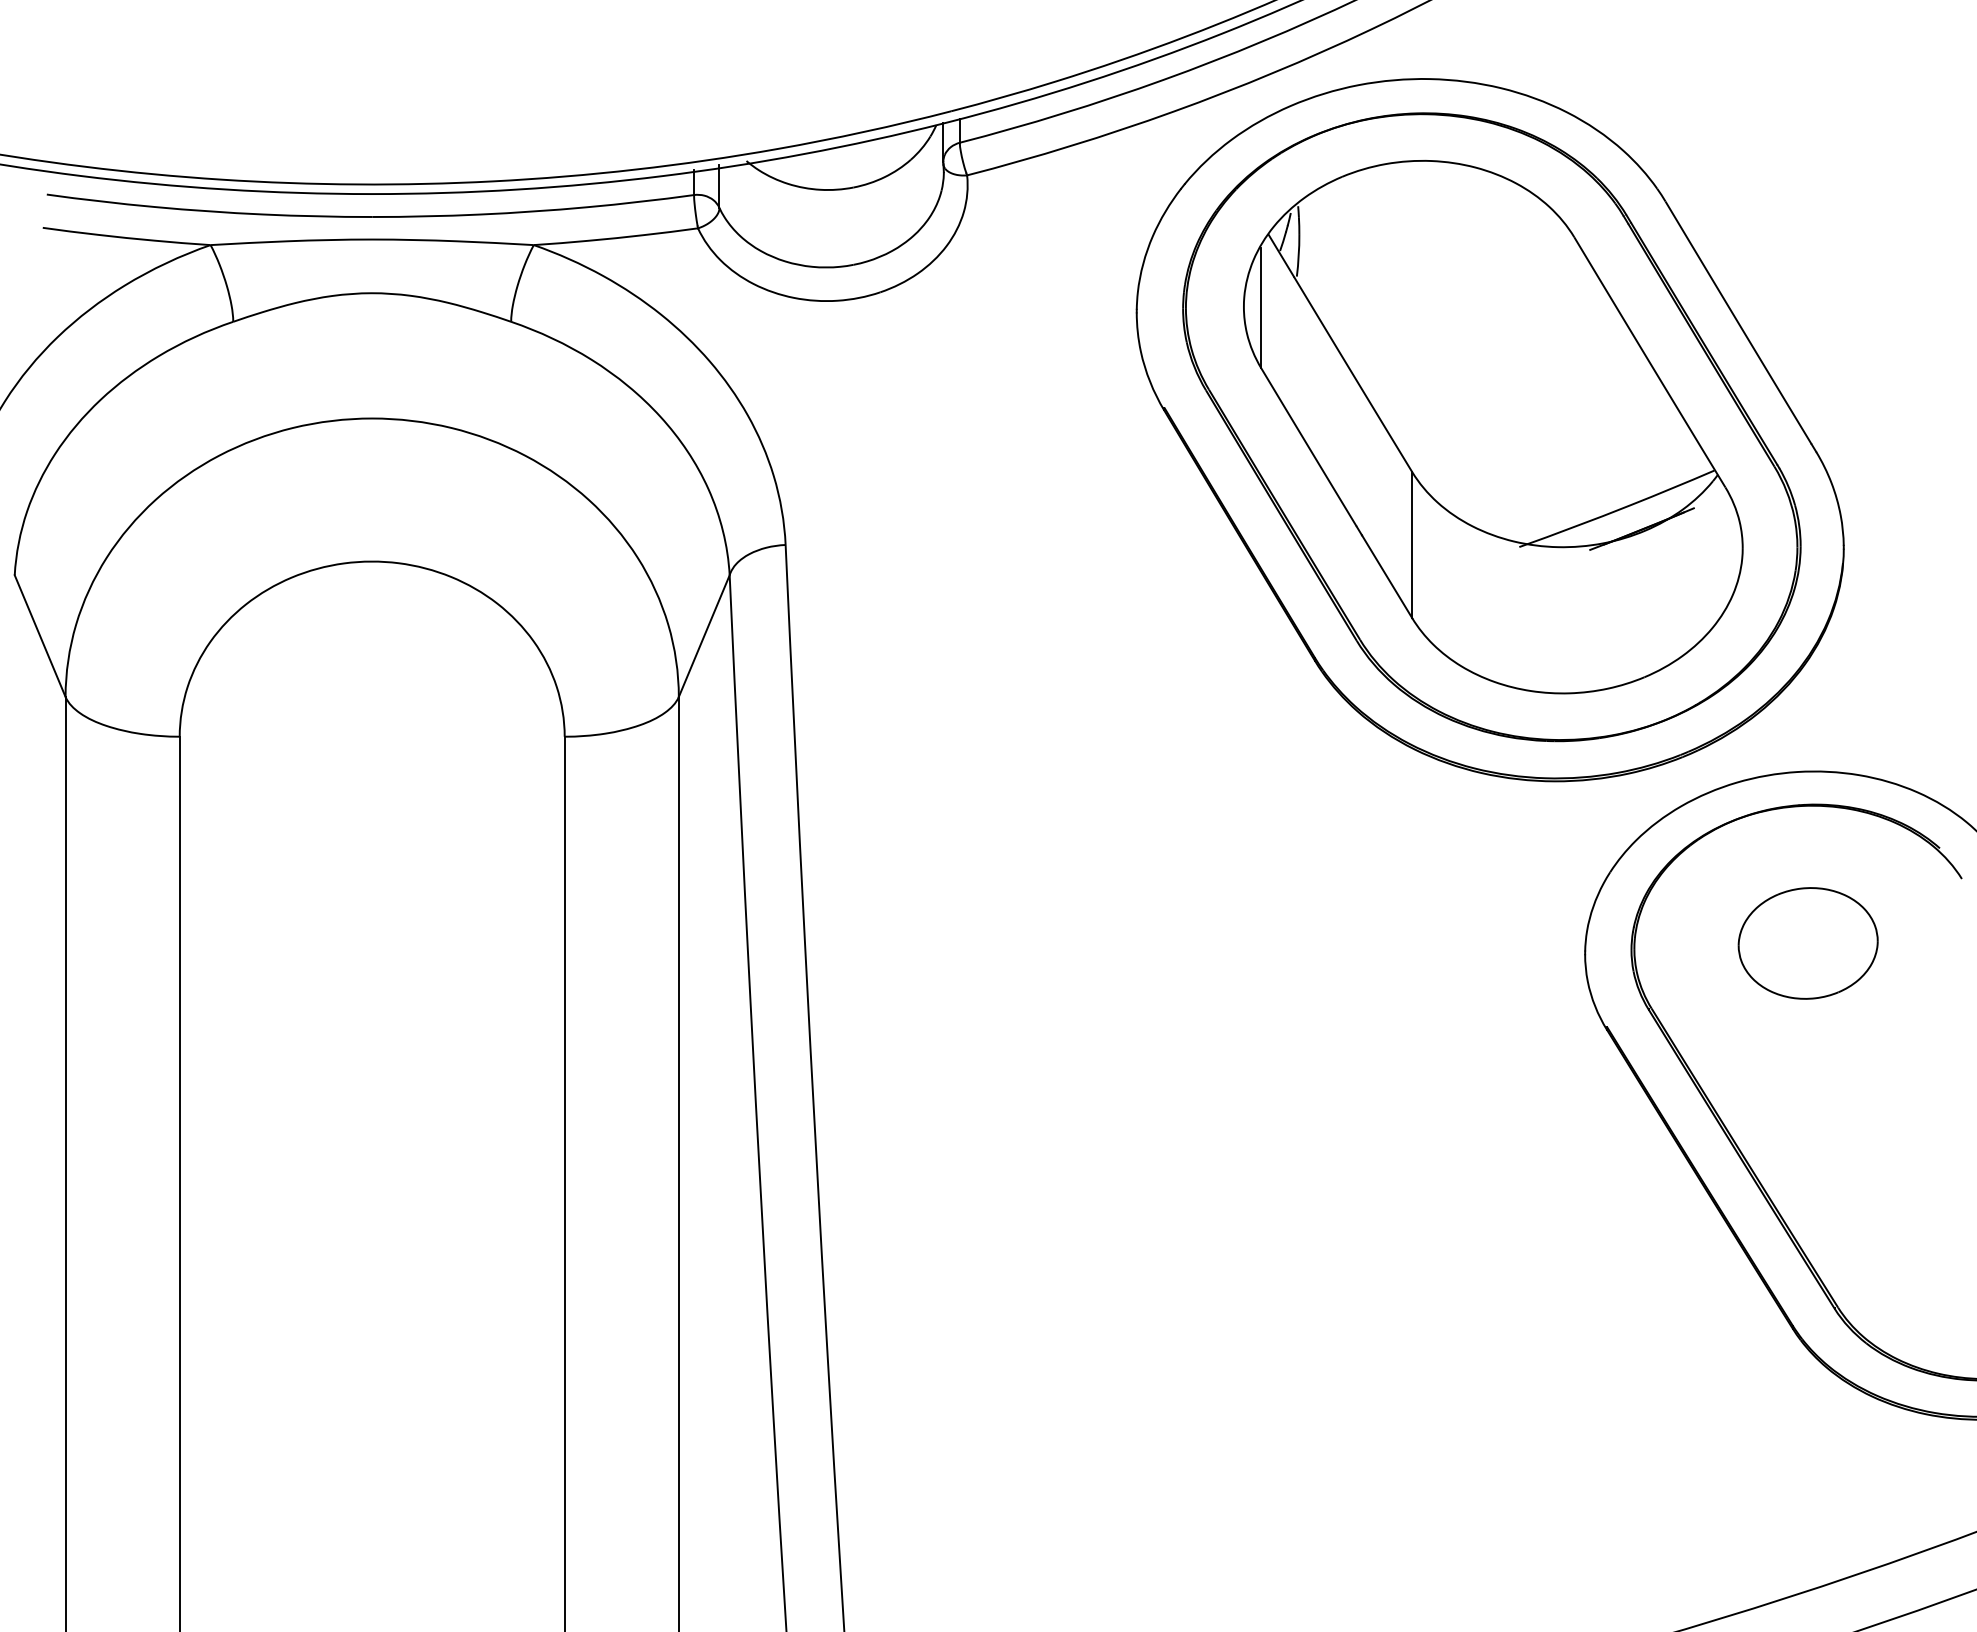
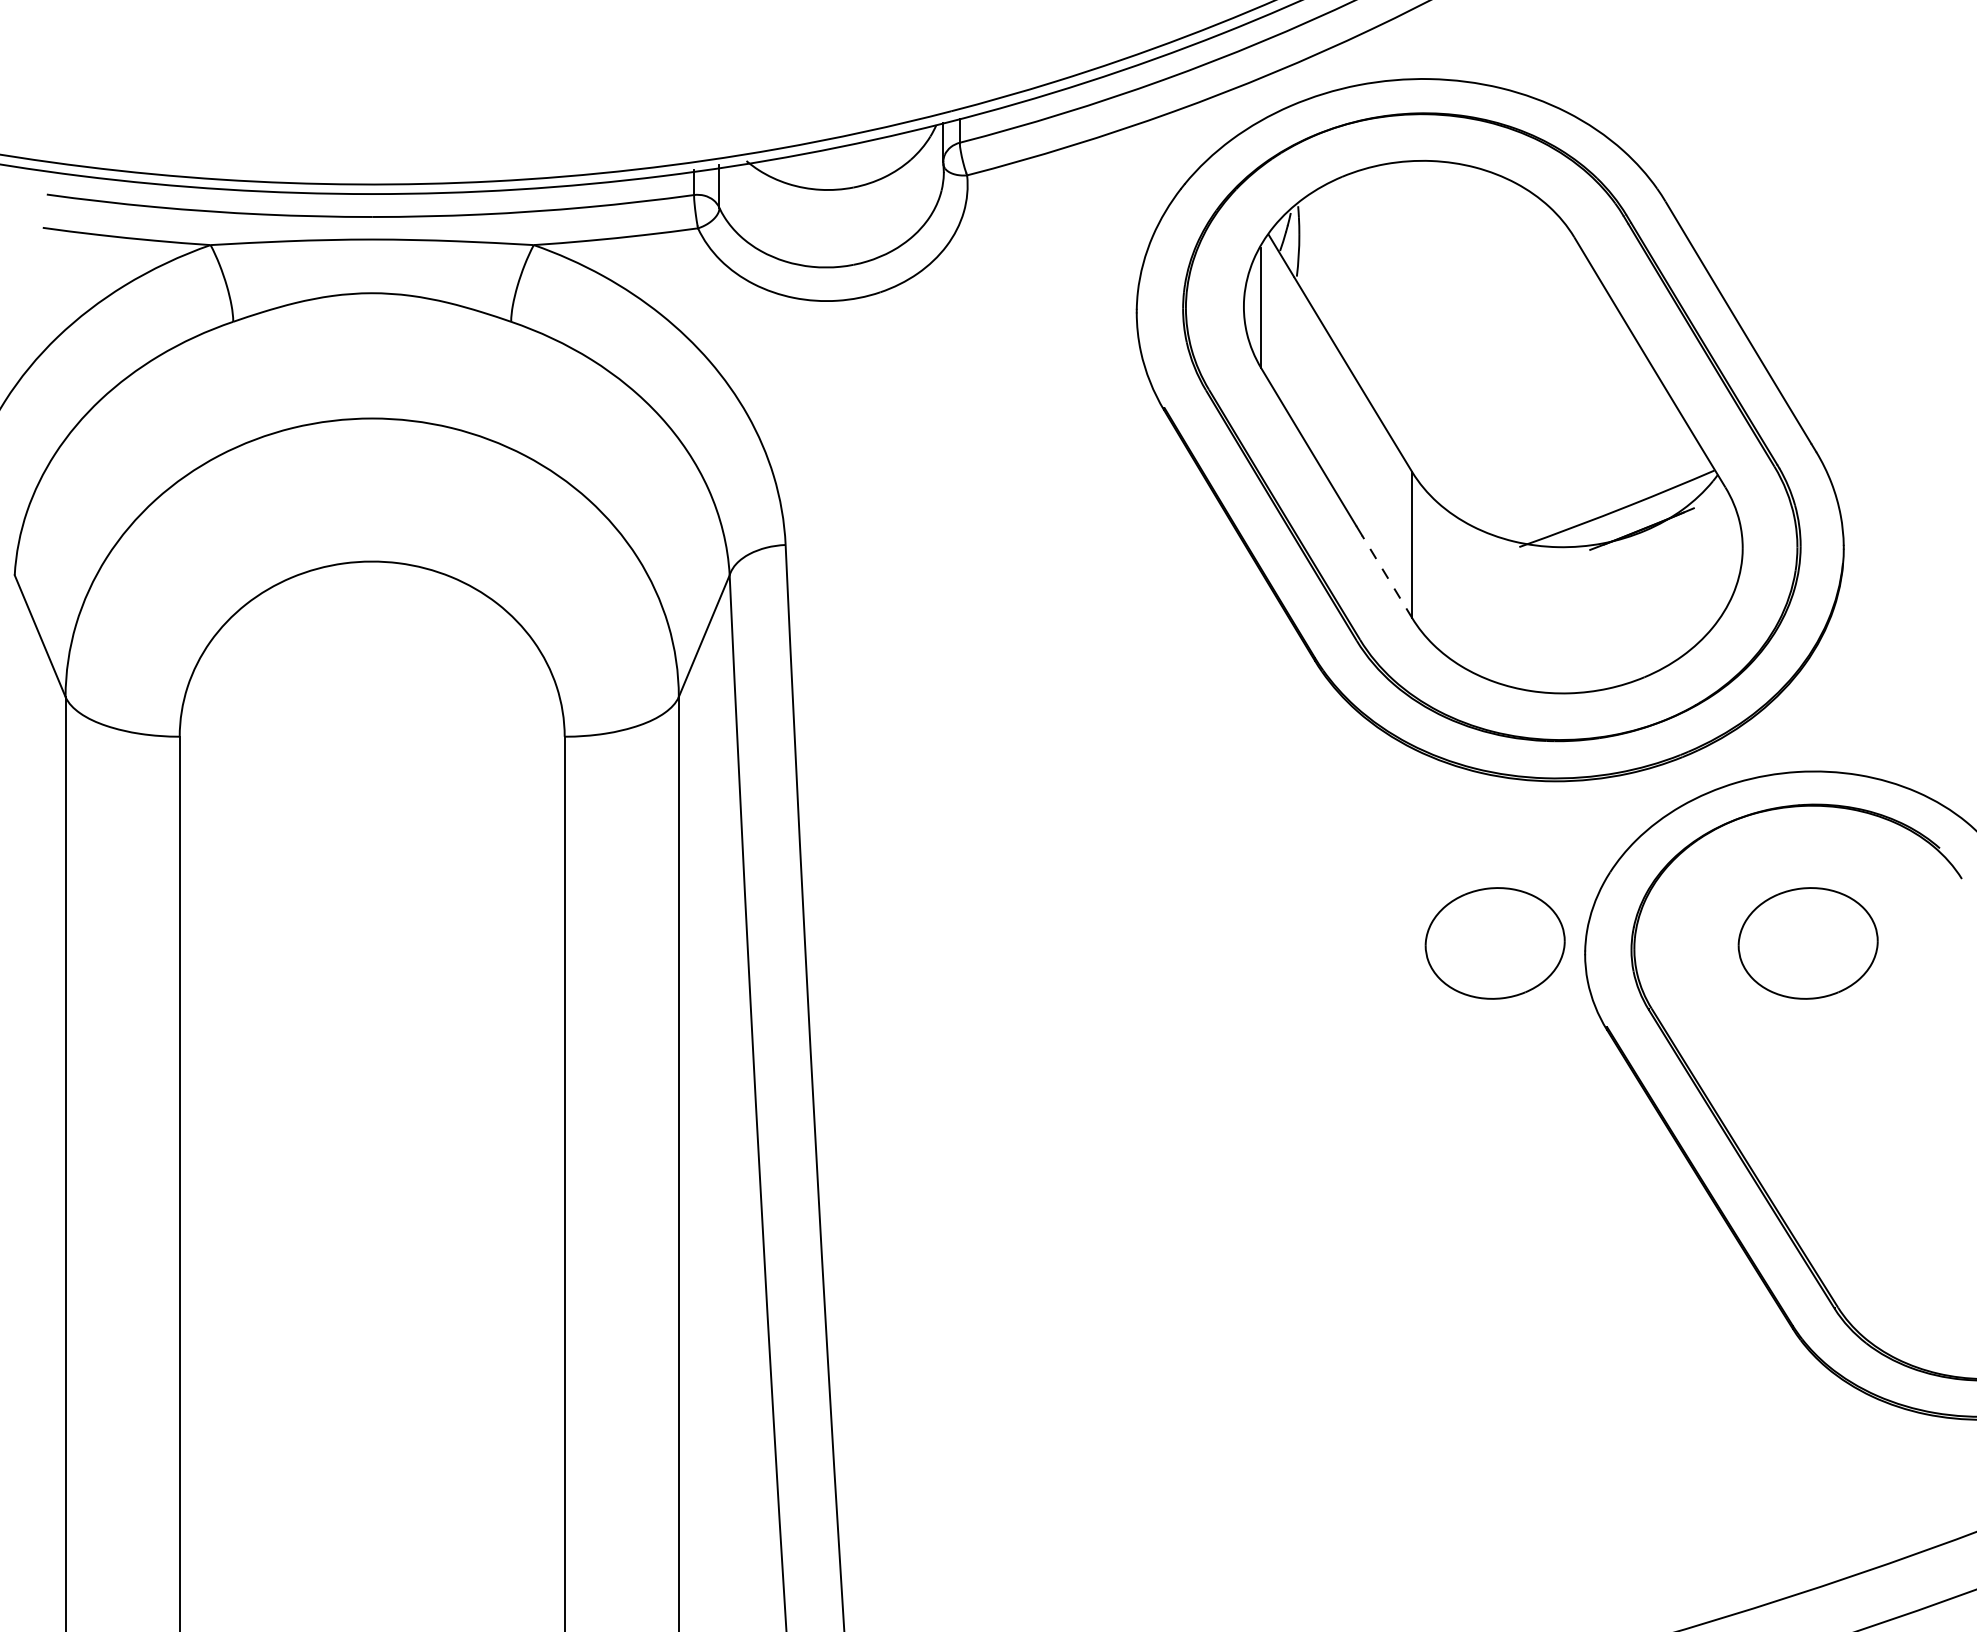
line at (1387, 576): solid -> dashed
part at (1494, 943): none -> present
